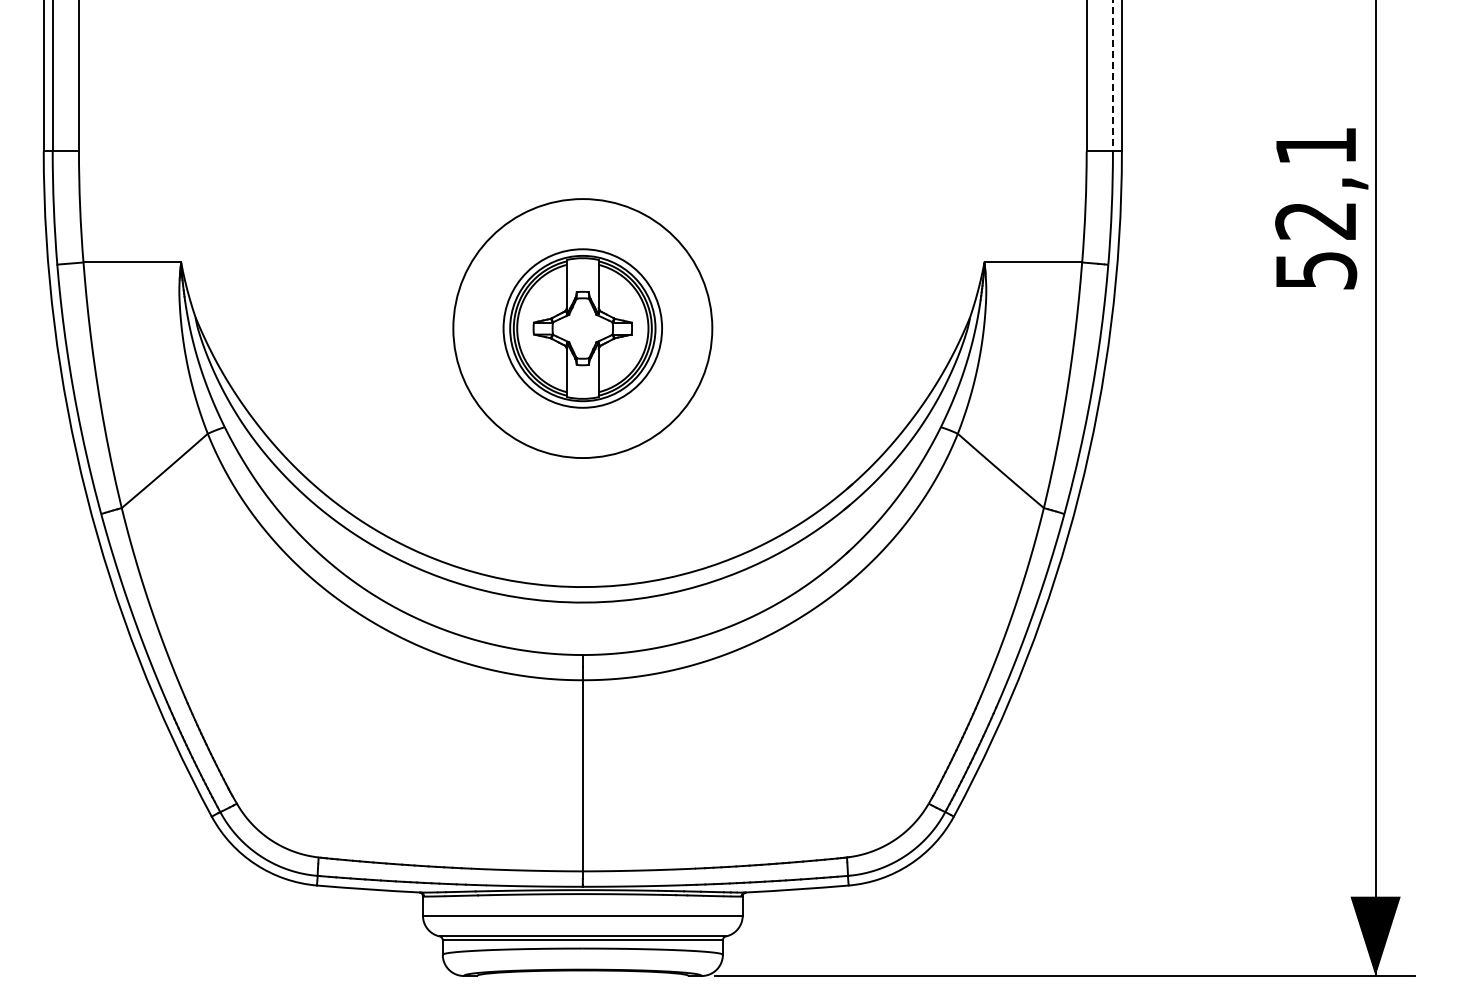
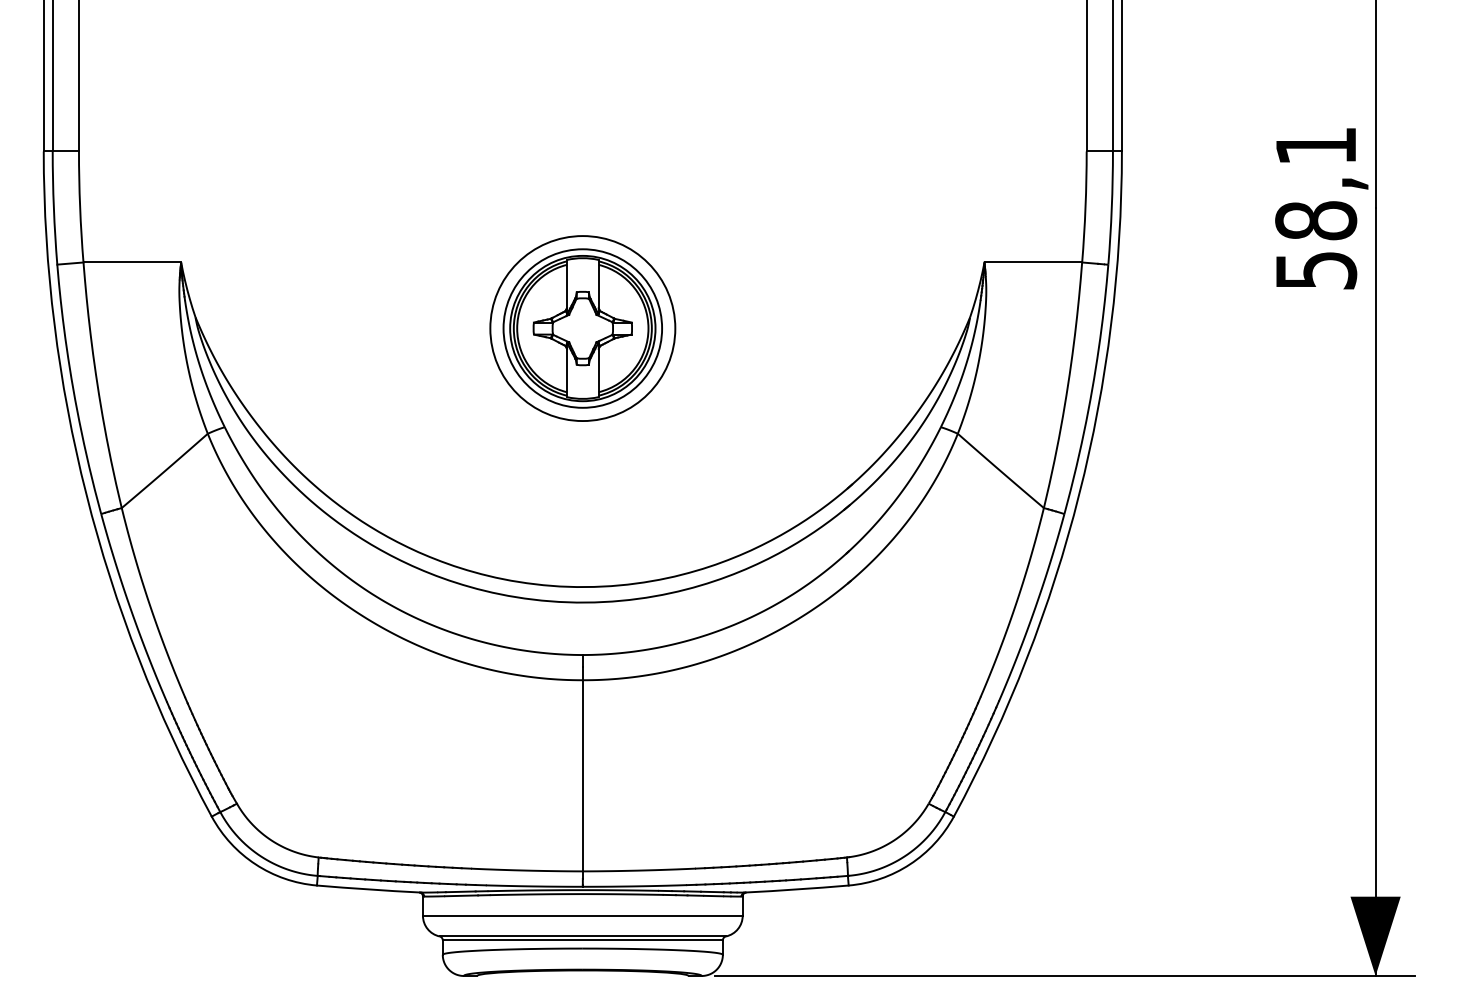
line at (1112, 76): dashed -> solid
text at (1316, 220): 52,1 -> 58,1
circle at (582, 328) diameter: 259 px -> 185 px
